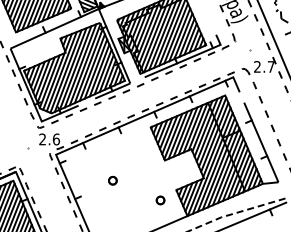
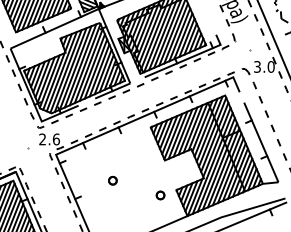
text at (264, 66): 2.7 -> 3.0
part at (160, 200) position: (160, 200) -> (160, 195)
line at (235, 213): dashed -> solid
